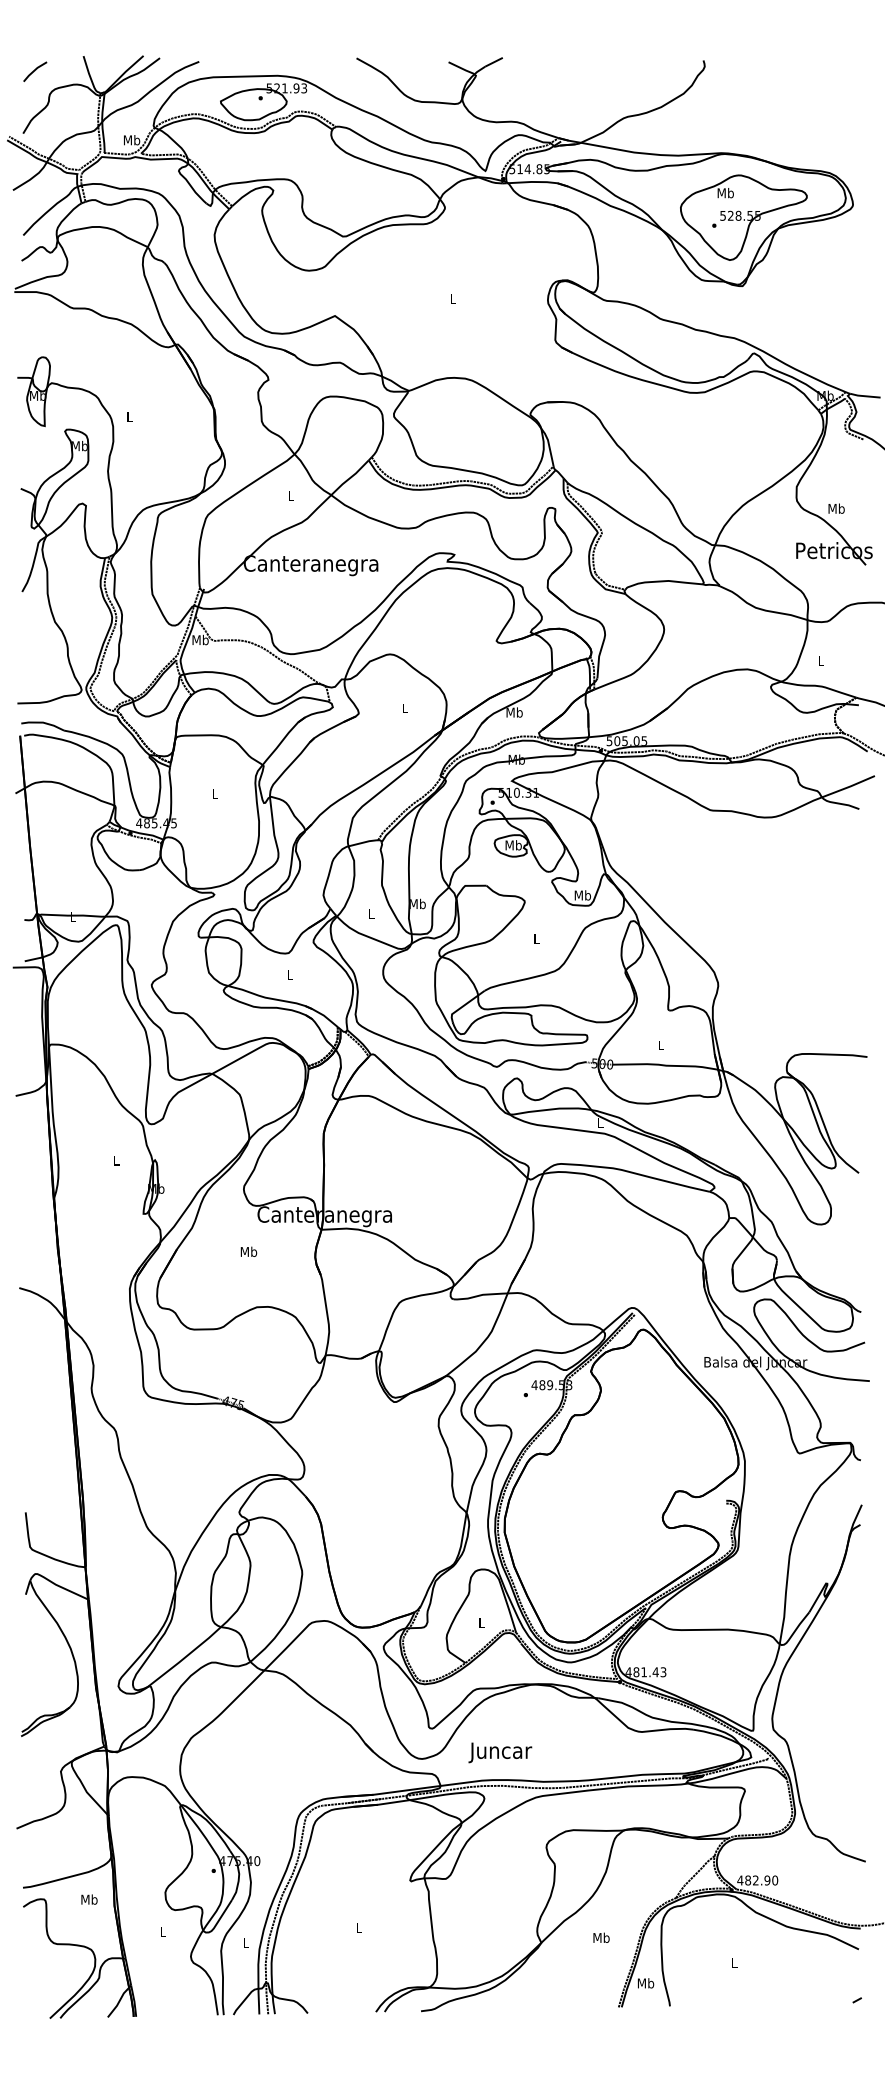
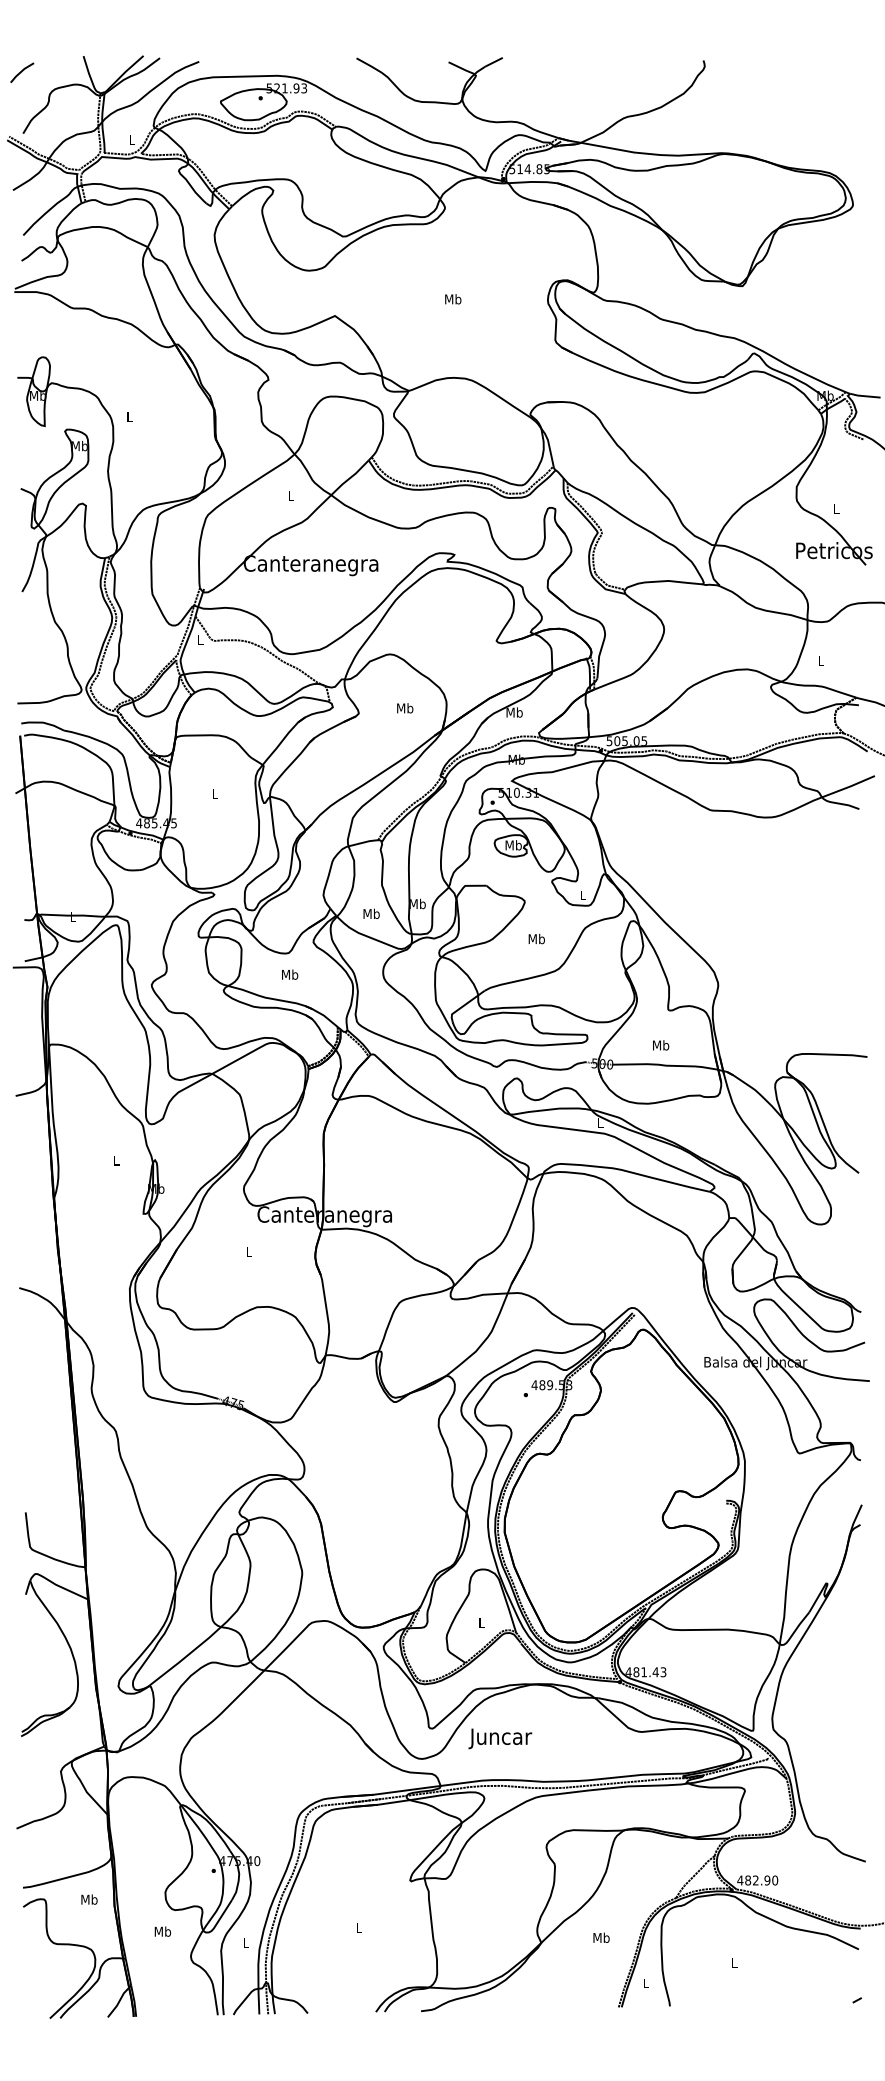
line at (35, 70) position: (35, 70) -> (22, 71)
text at (132, 140): Mb -> L
part at (743, 217): present -> none
text at (453, 299): L -> Mb
text at (836, 508): Mb -> L
text at (200, 639): Mb -> L
text at (405, 708): L -> Mb
text at (582, 895): Mb -> L
text at (371, 913): L -> Mb
text at (536, 938): L -> Mb
text at (290, 974): L -> Mb
text at (661, 1045): L -> Mb
text at (248, 1251): Mb -> L
text at (500, 1752) position: (500, 1752) -> (500, 1738)
text at (162, 1931): L -> Mb
text at (645, 1983): Mb -> L
